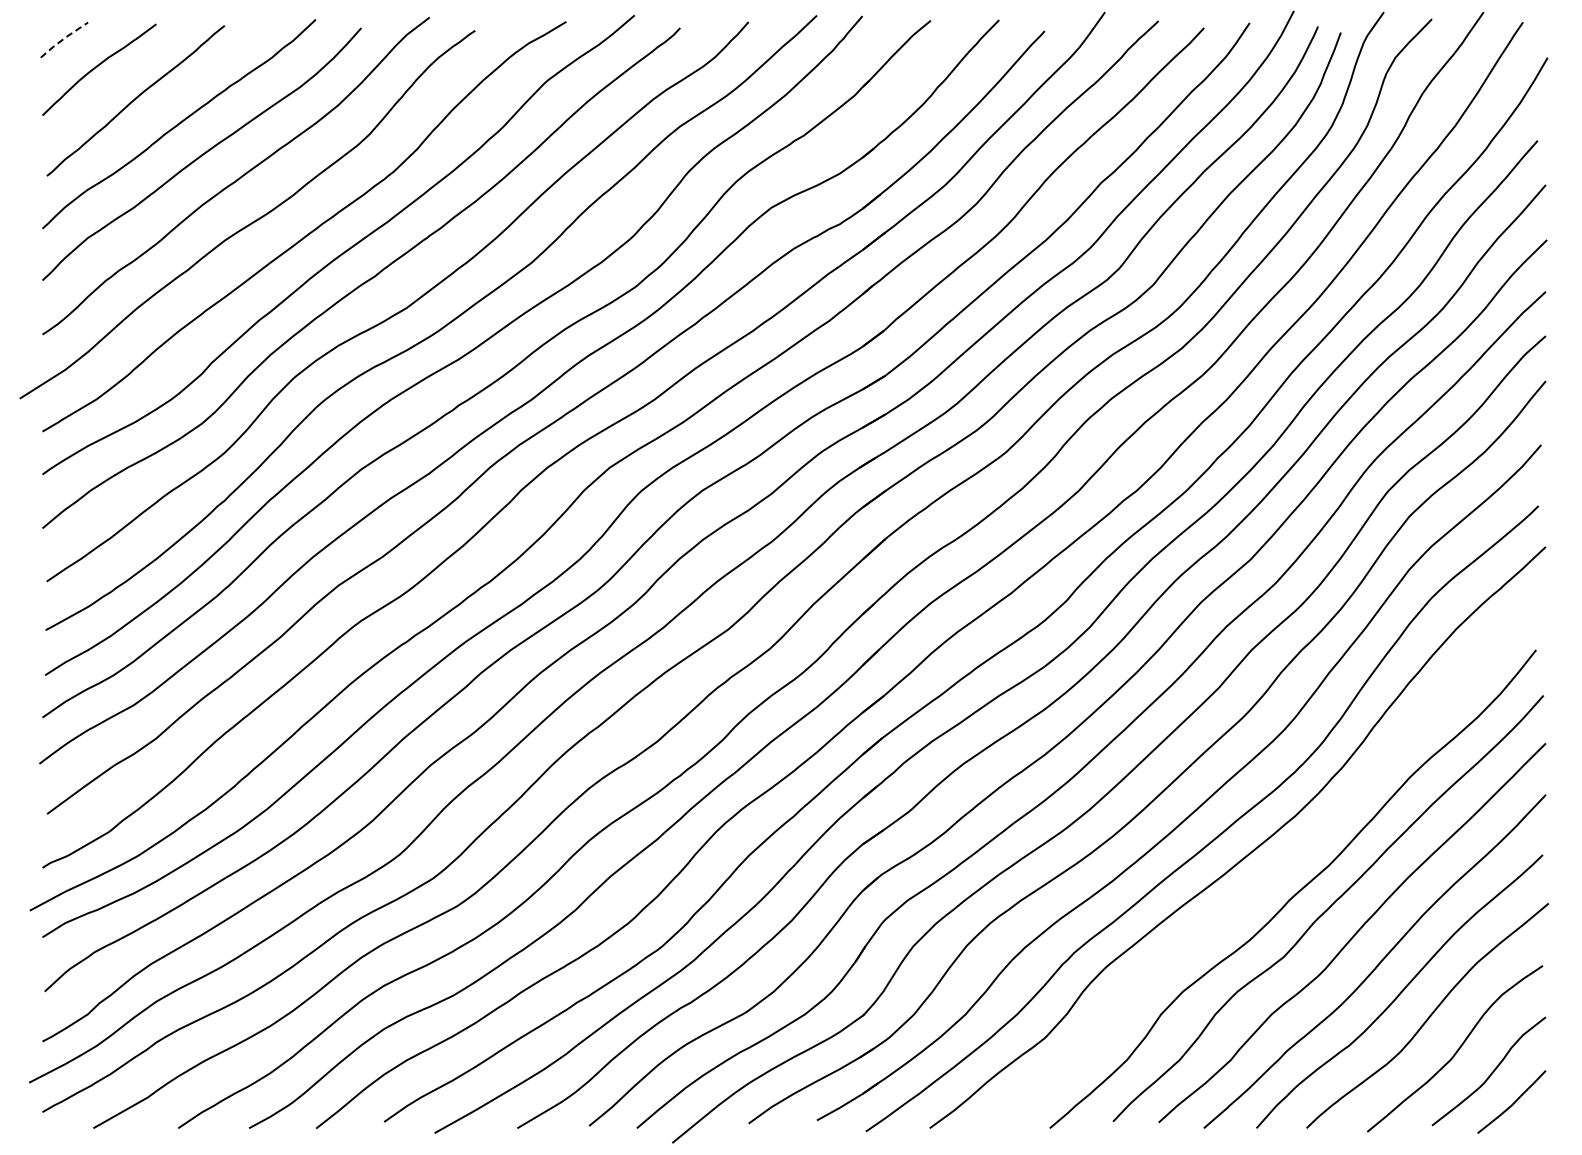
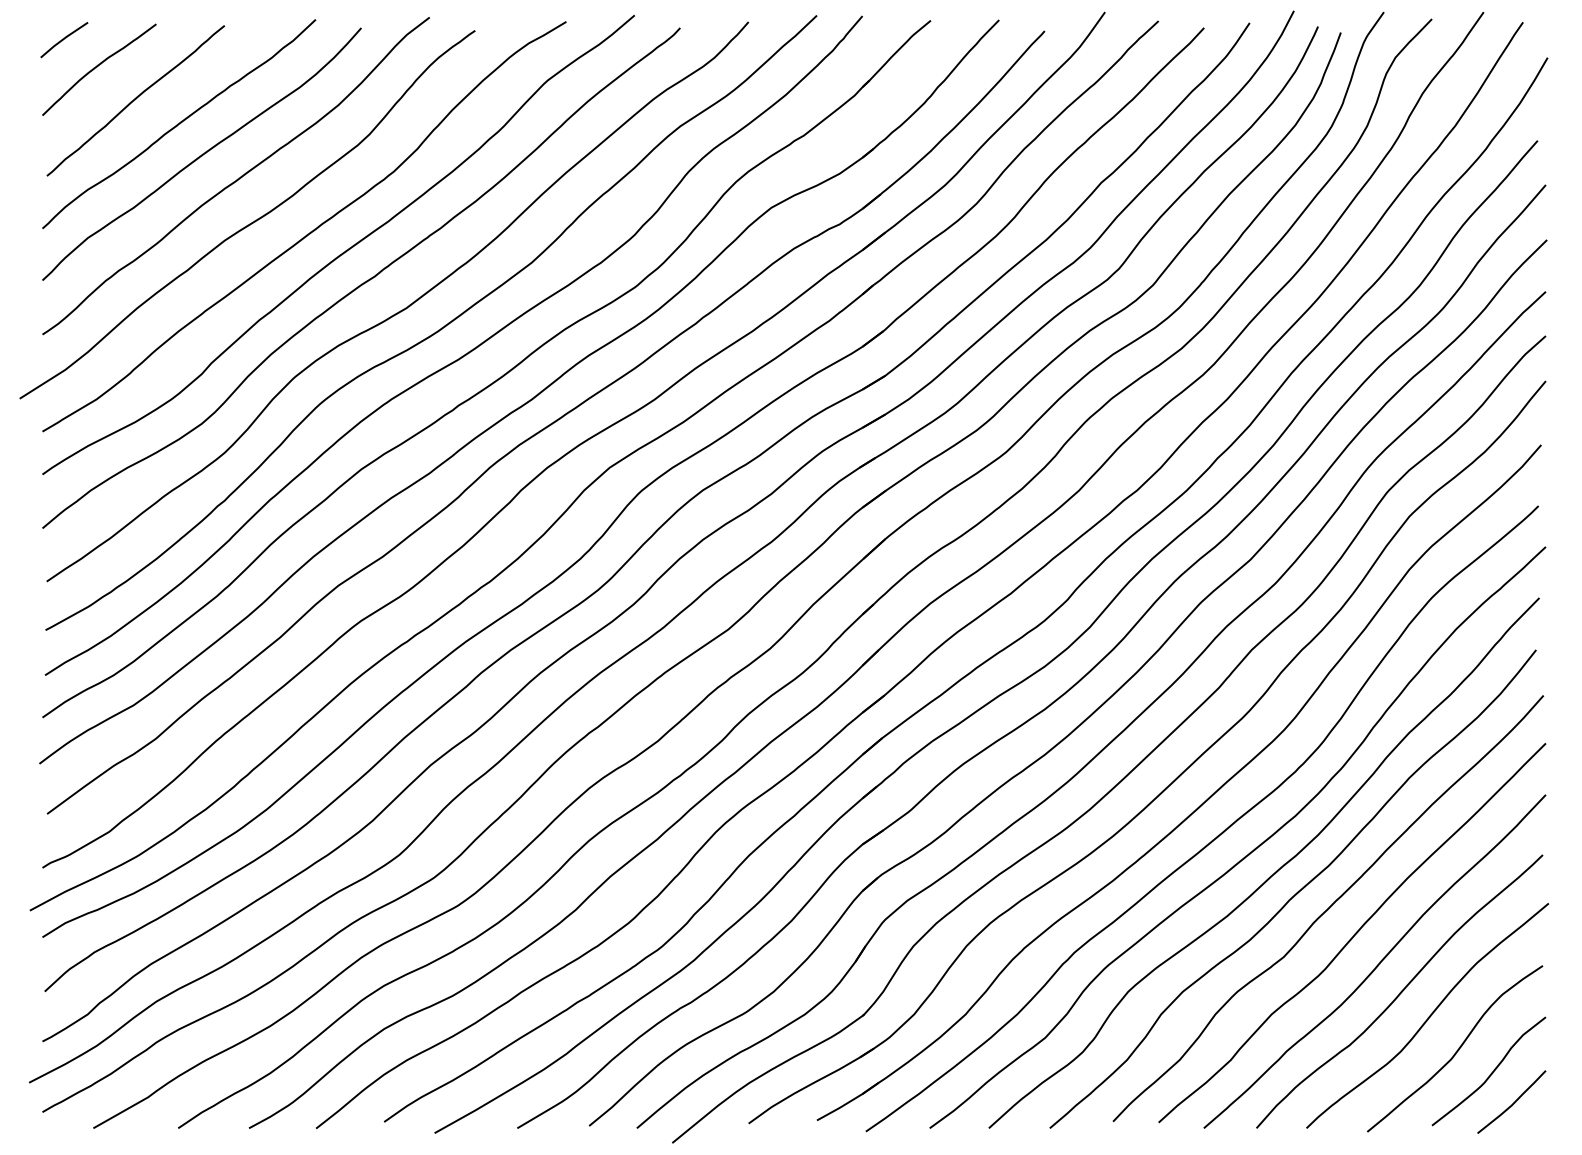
line at (63, 38): dashed -> solid
curve at (1270, 875): none -> present
